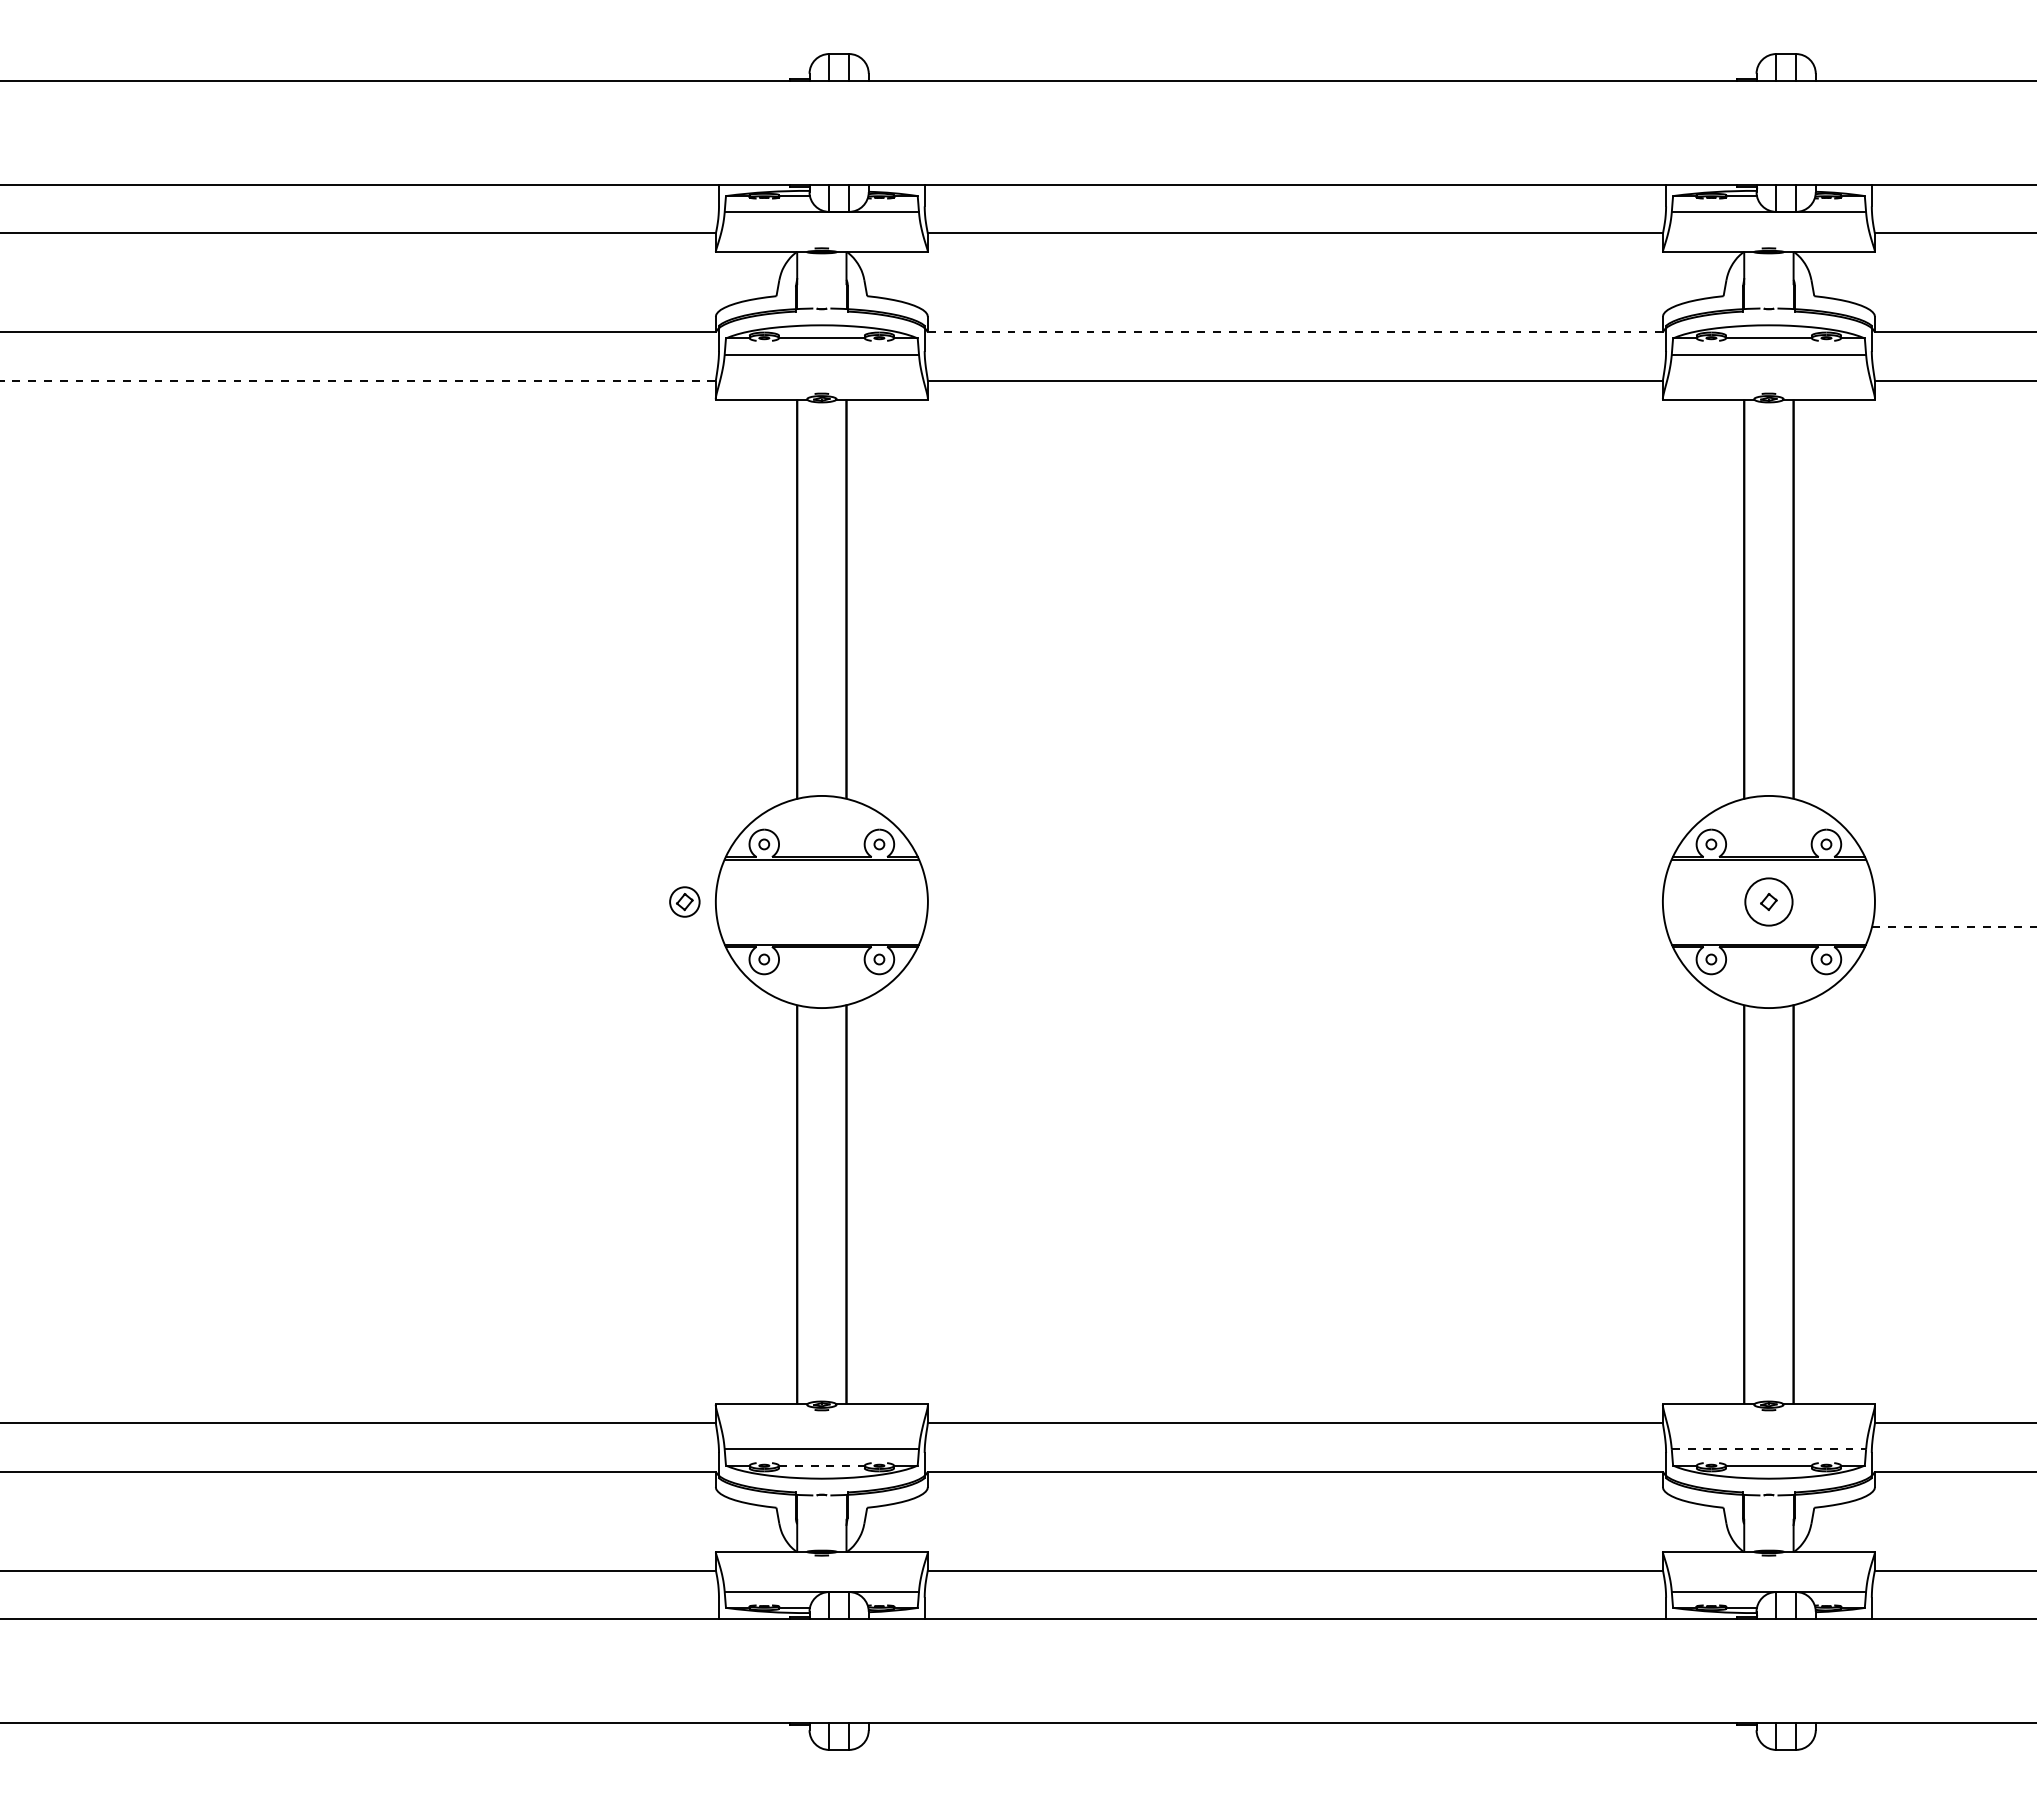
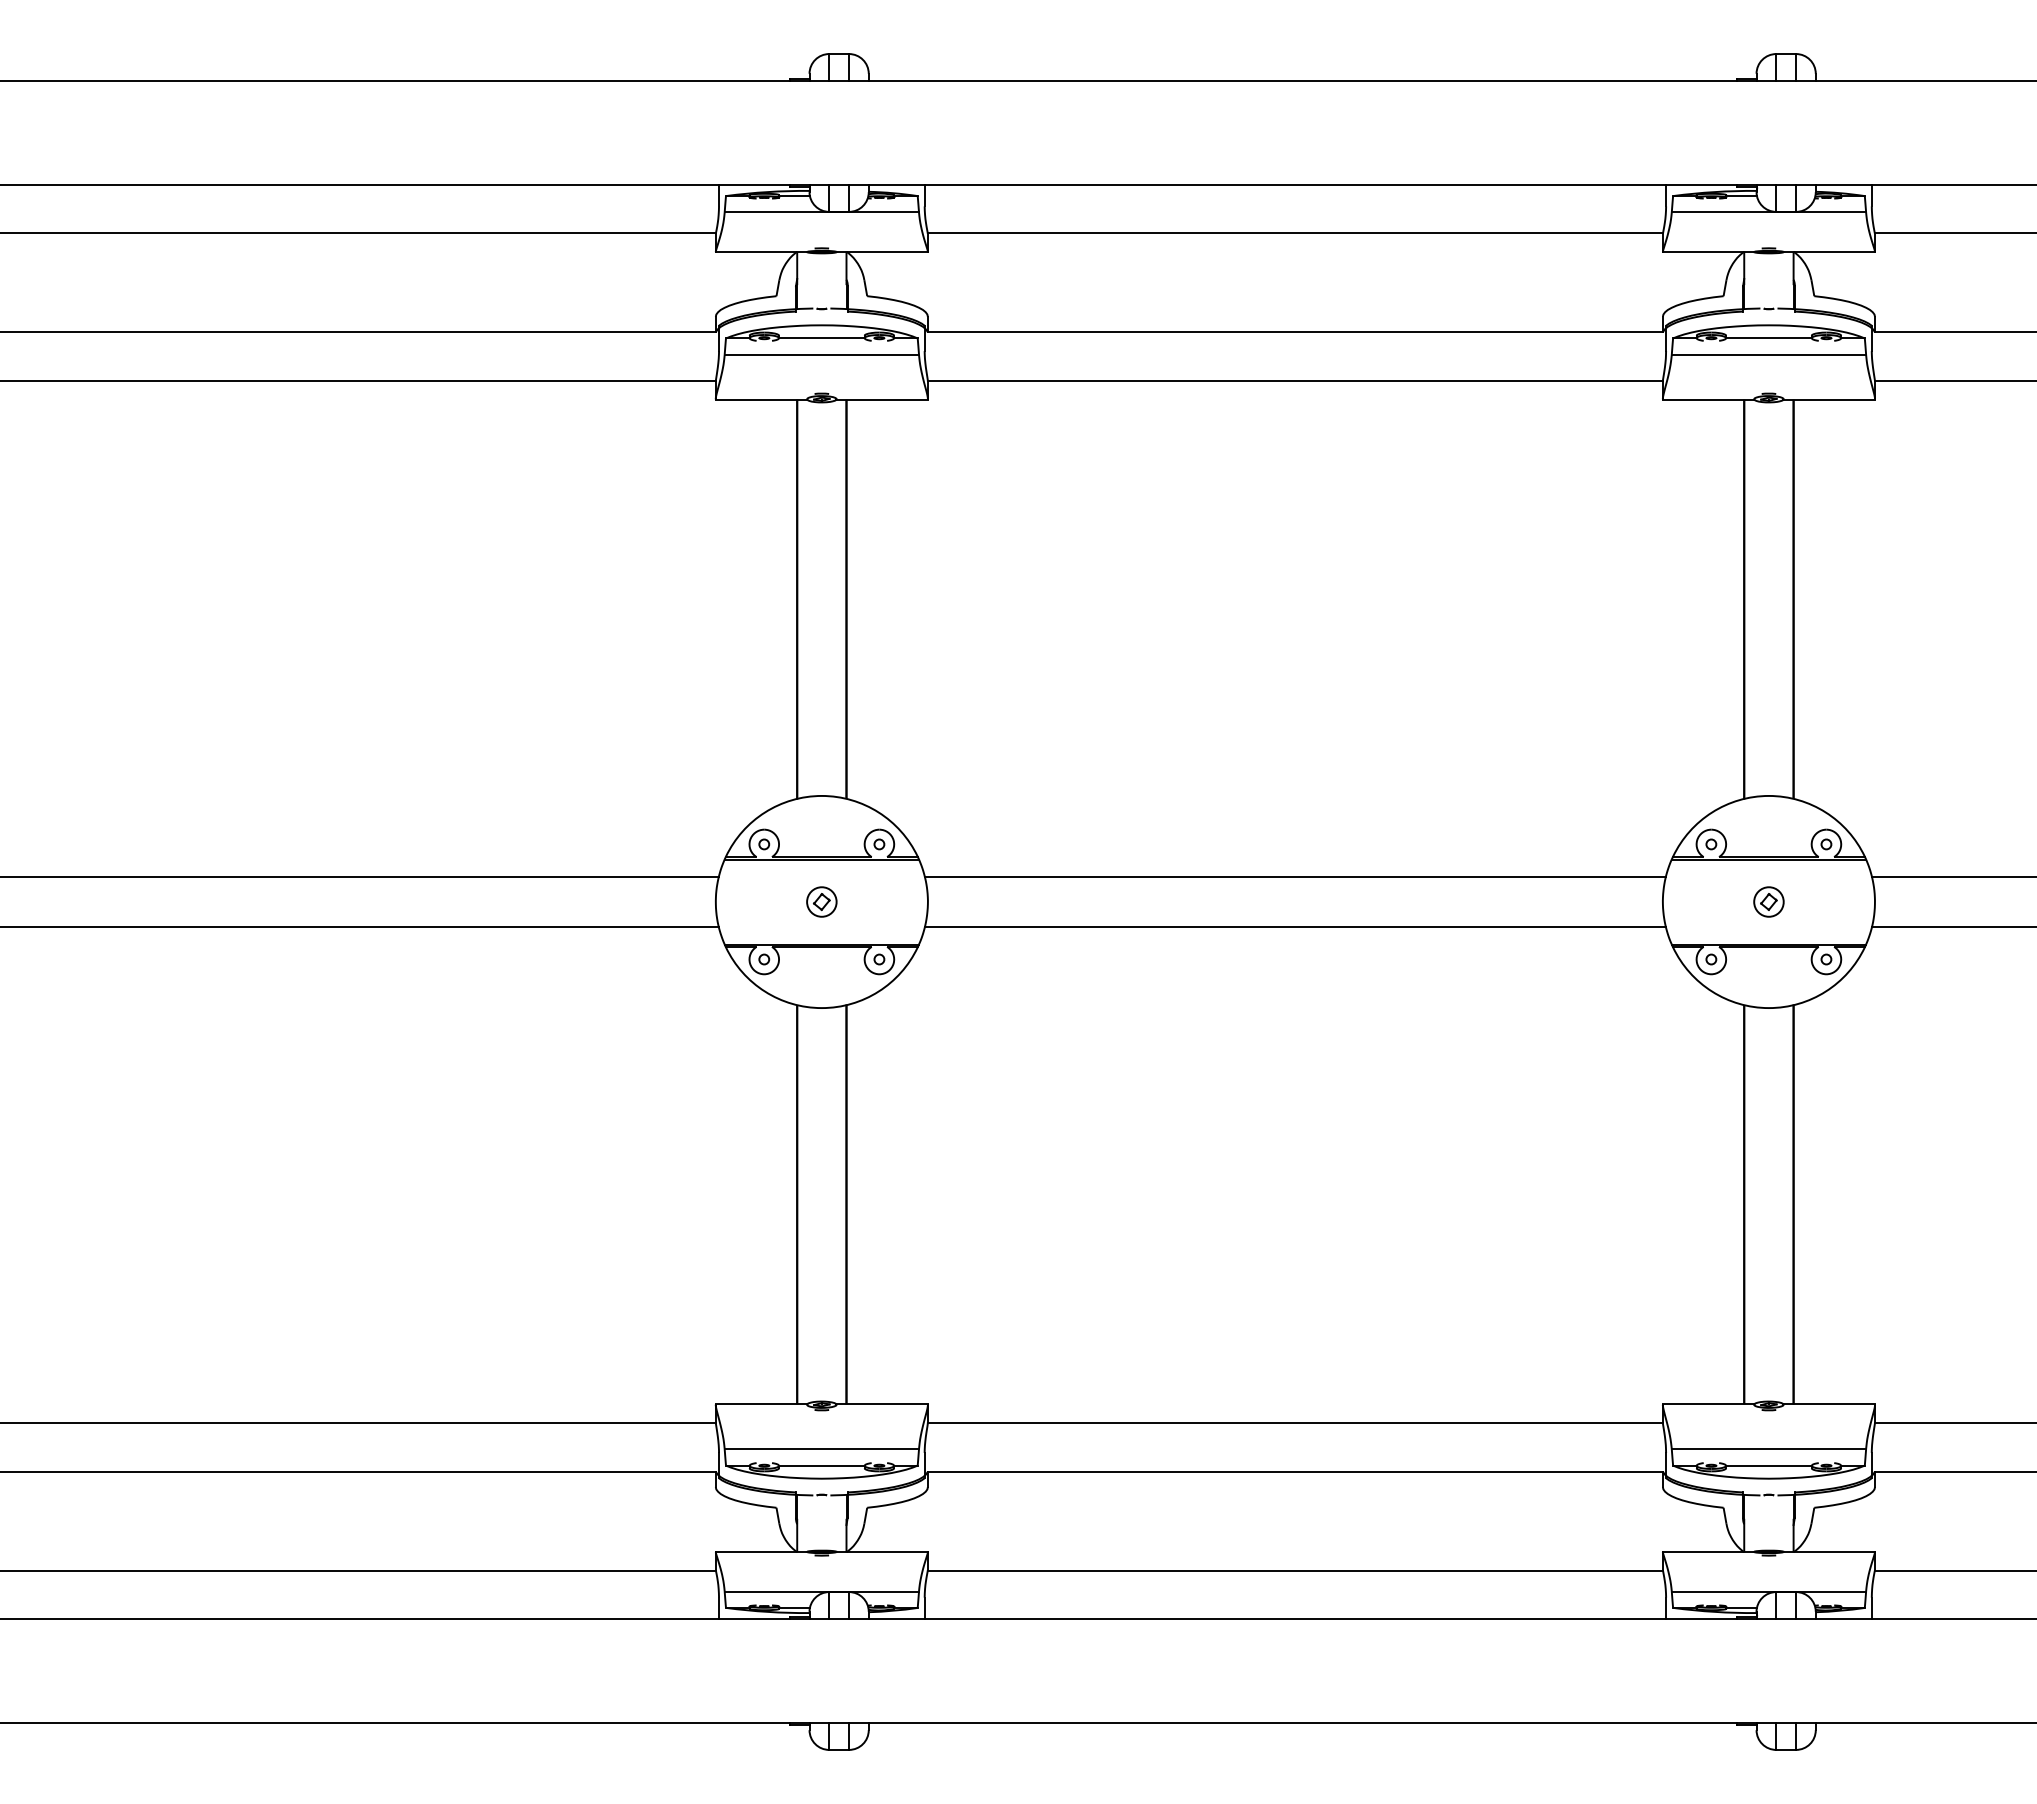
line at (1295, 331): dashed -> solid
line at (358, 381): dashed -> solid
line at (360, 877): none -> present
line at (1295, 877): none -> present
line at (1952, 877): none -> present
part at (684, 901) position: (684, 901) -> (821, 901)
circle at (1768, 901) diameter: 47 px -> 30 px
line at (360, 926): none -> present
line at (1295, 926): none -> present
line at (1955, 926): dashed -> solid
line at (1769, 1449): dashed -> solid
line at (821, 1465): dashed -> solid
